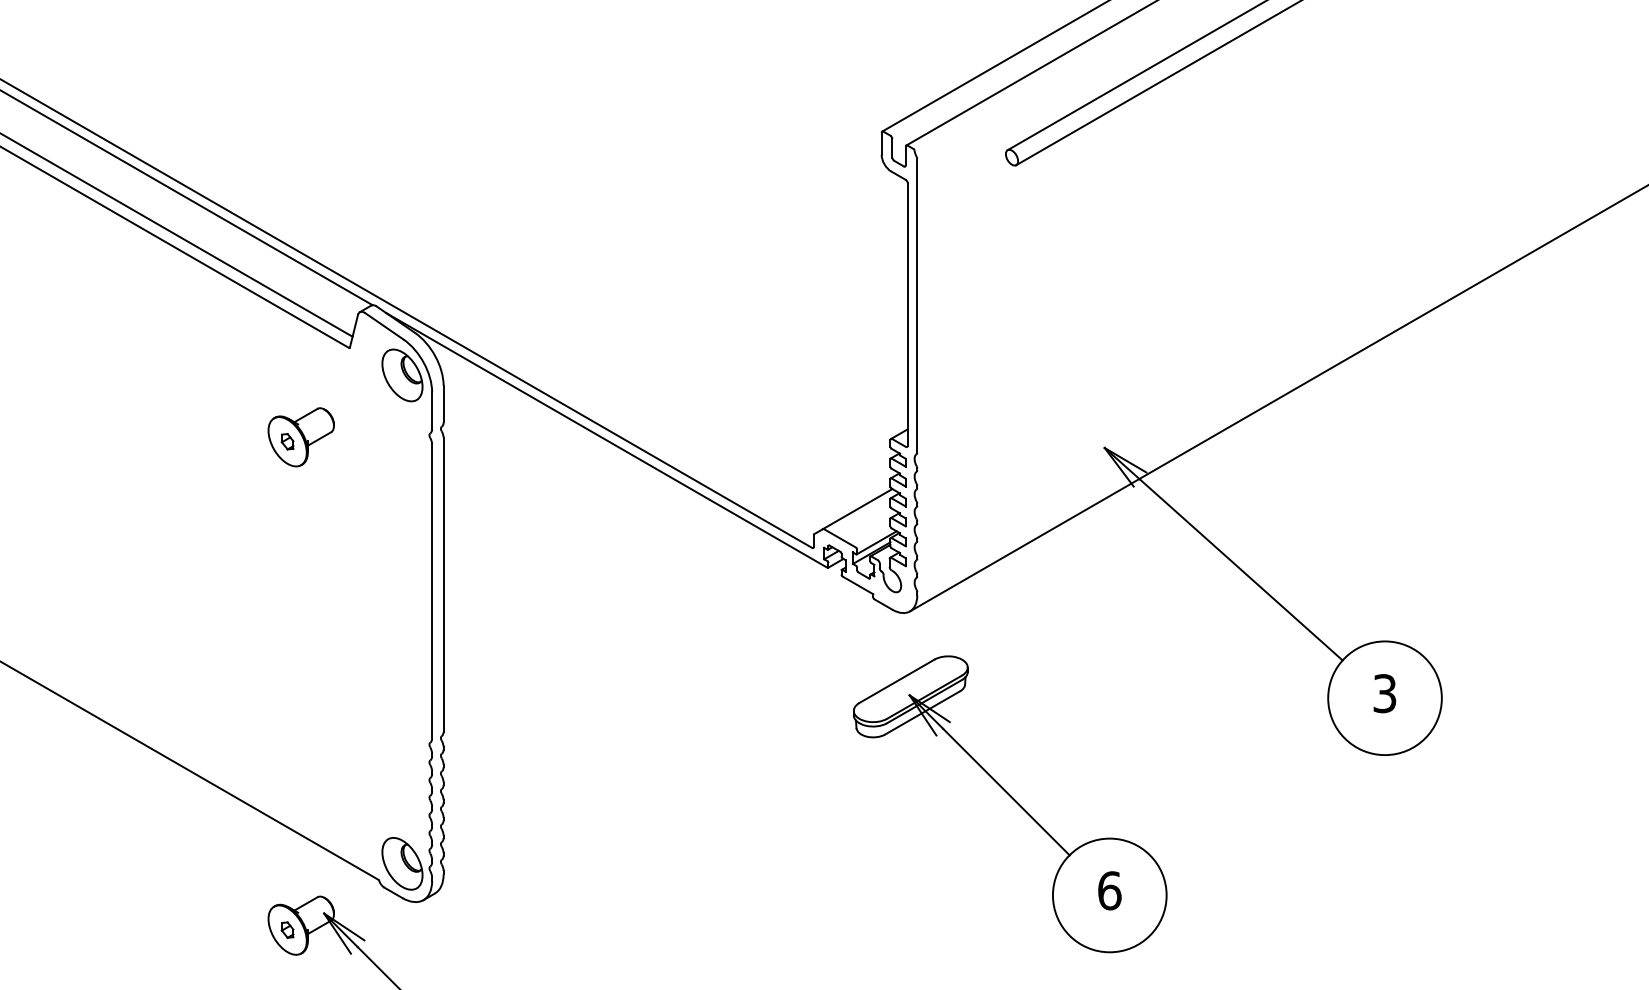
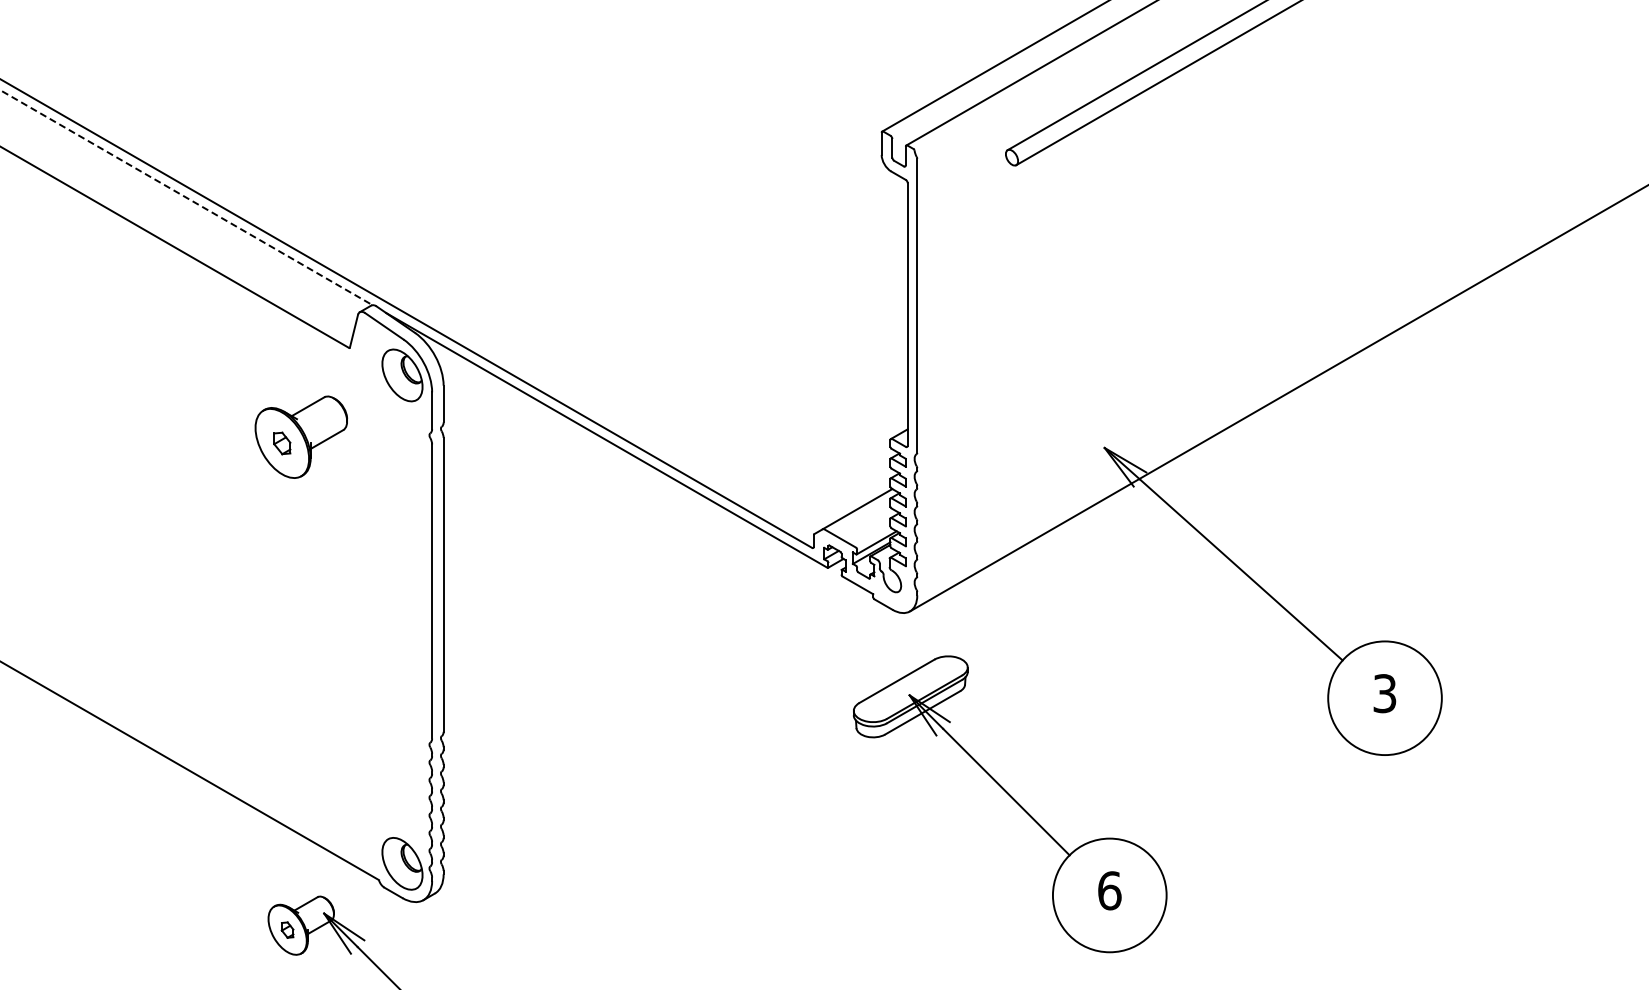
line at (186, 197): solid -> dashed
line at (177, 235): present -> none
part at (300, 437) size: 68x61 px -> 94x84 px
